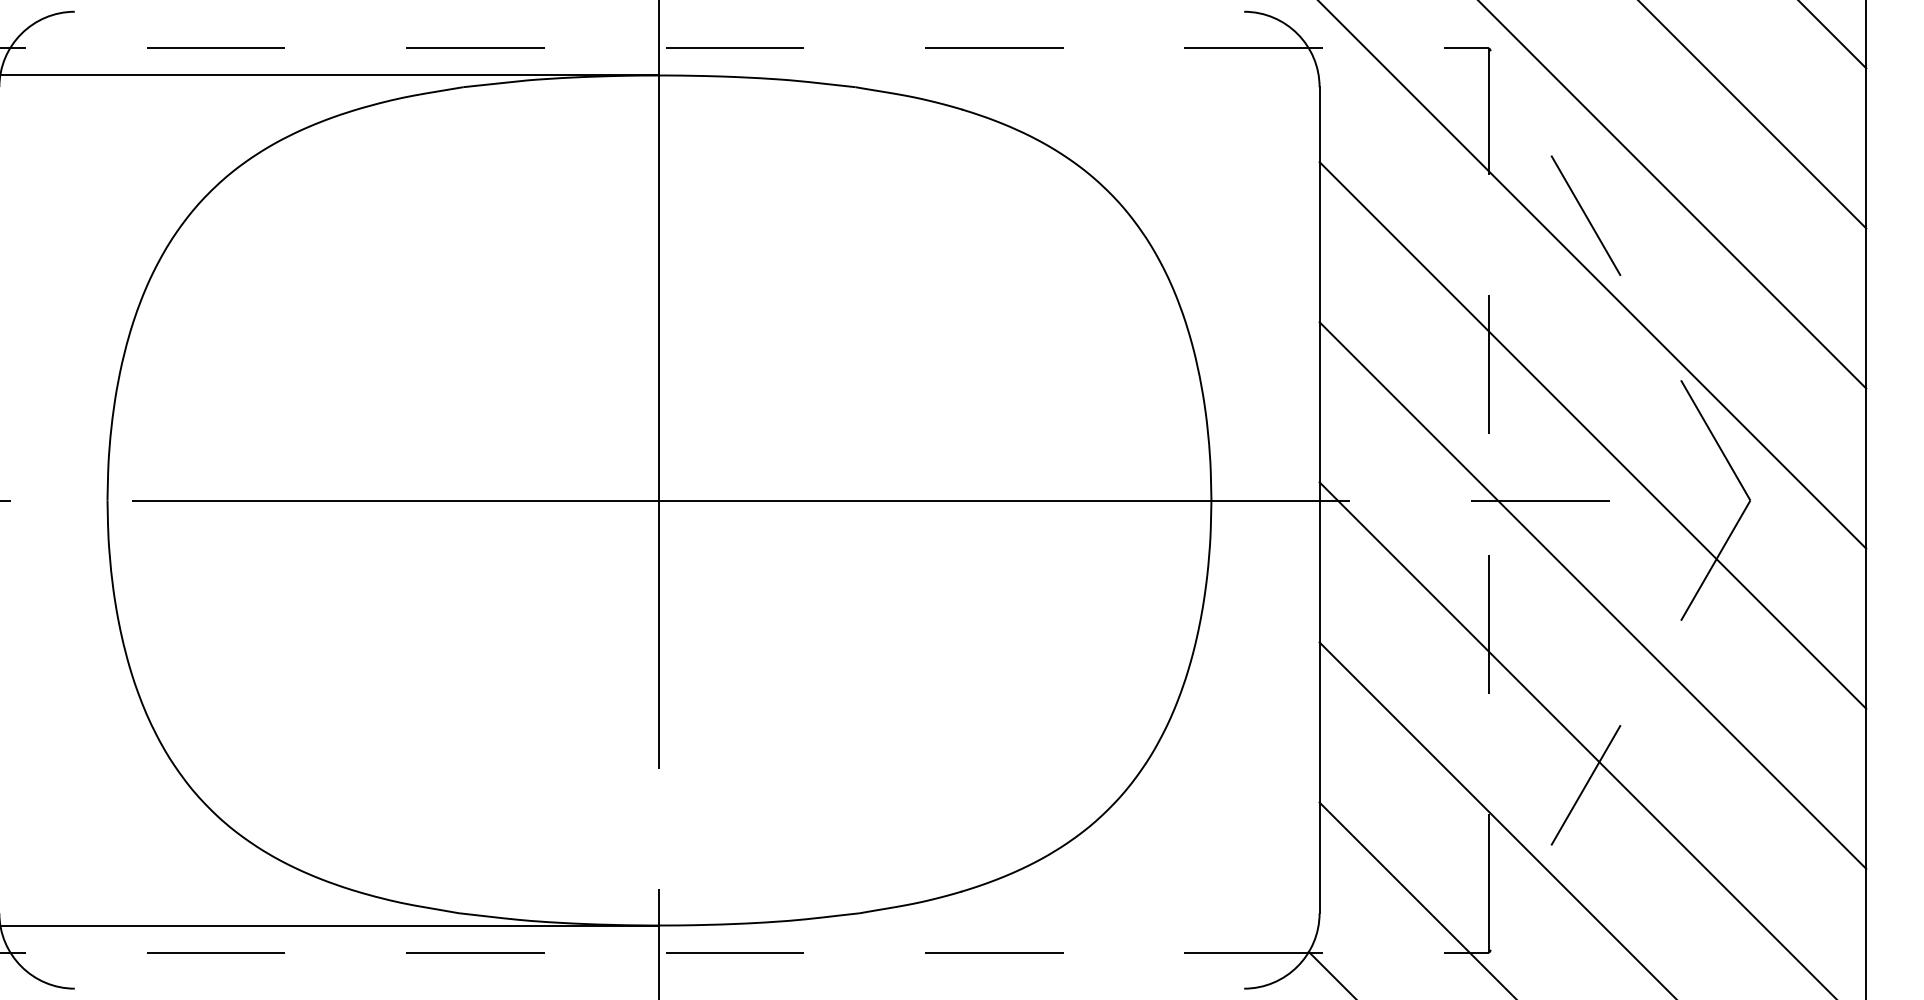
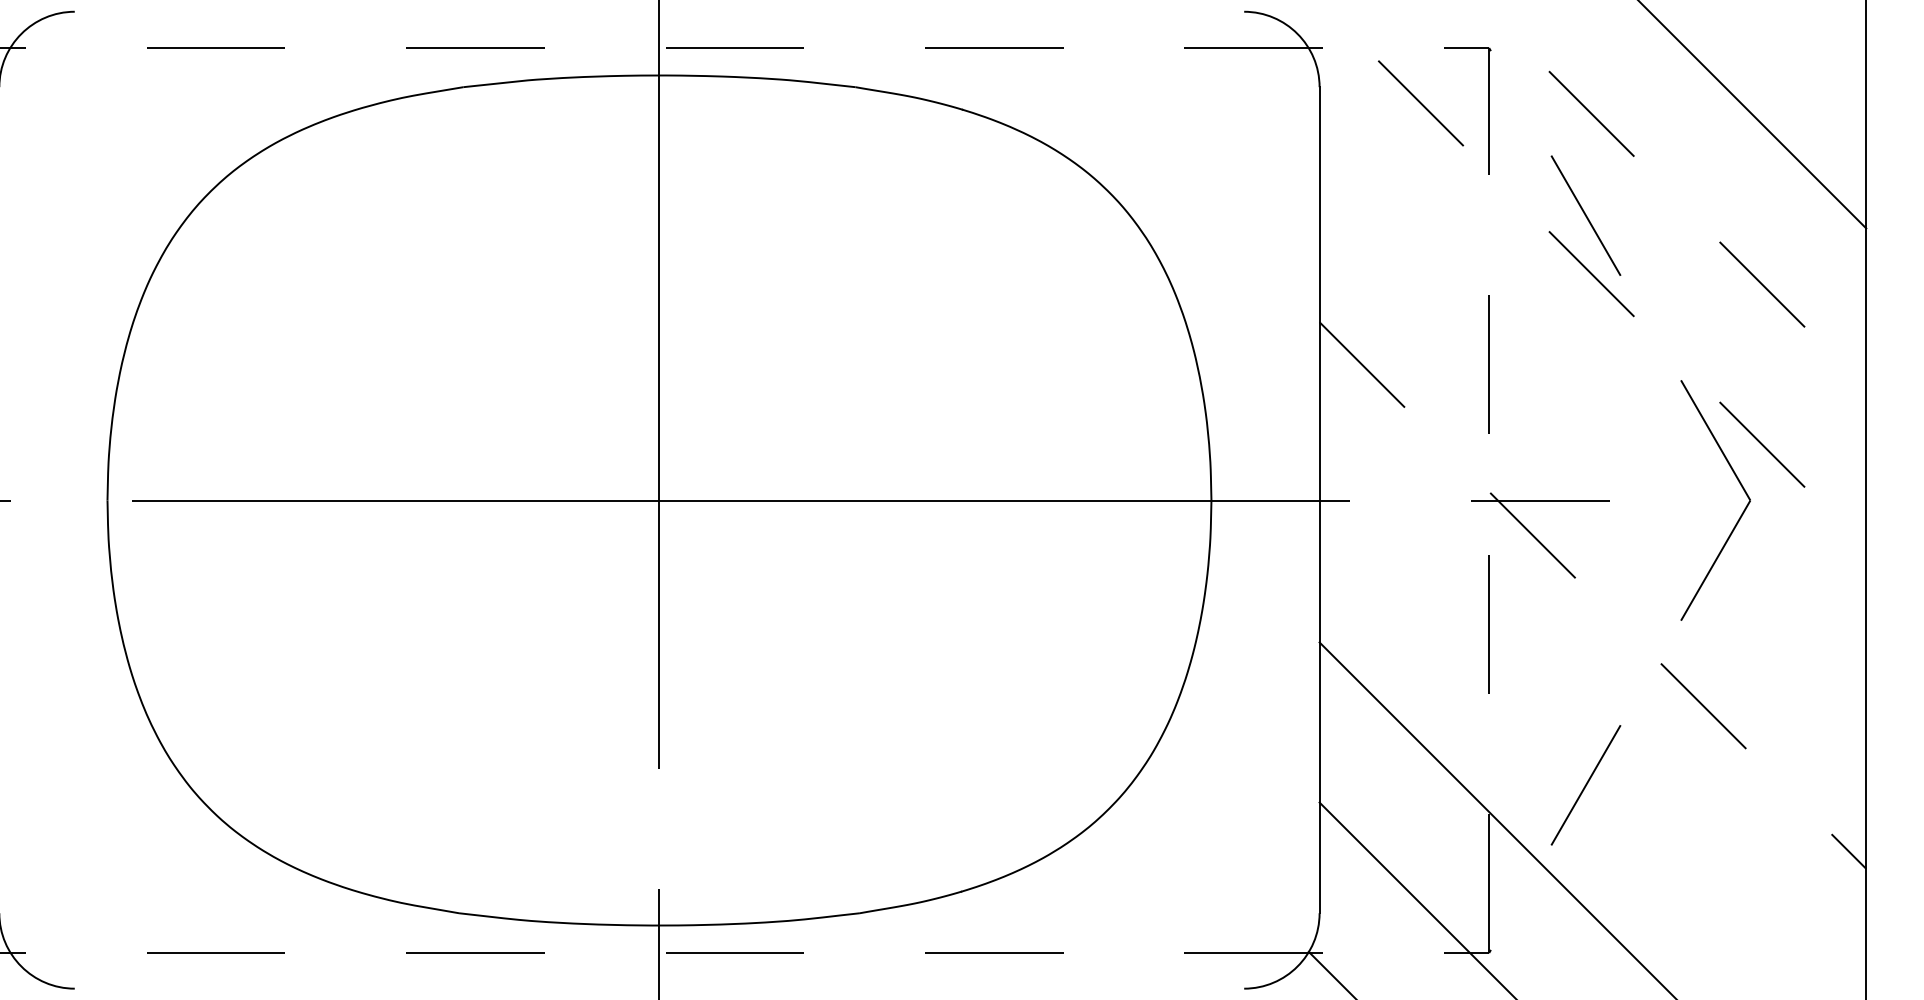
line at (1833, 35): present -> none
line at (330, 75): present -> none
line at (1672, 194): solid -> dashed
line at (1592, 274): solid -> dashed
line at (1592, 435): present -> none
line at (1592, 595): solid -> dashed
line at (1576, 739): present -> none
line at (330, 925): present -> none
